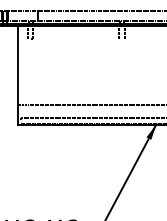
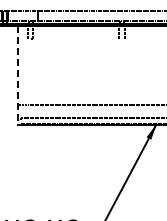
line at (18, 76): solid -> dashed
